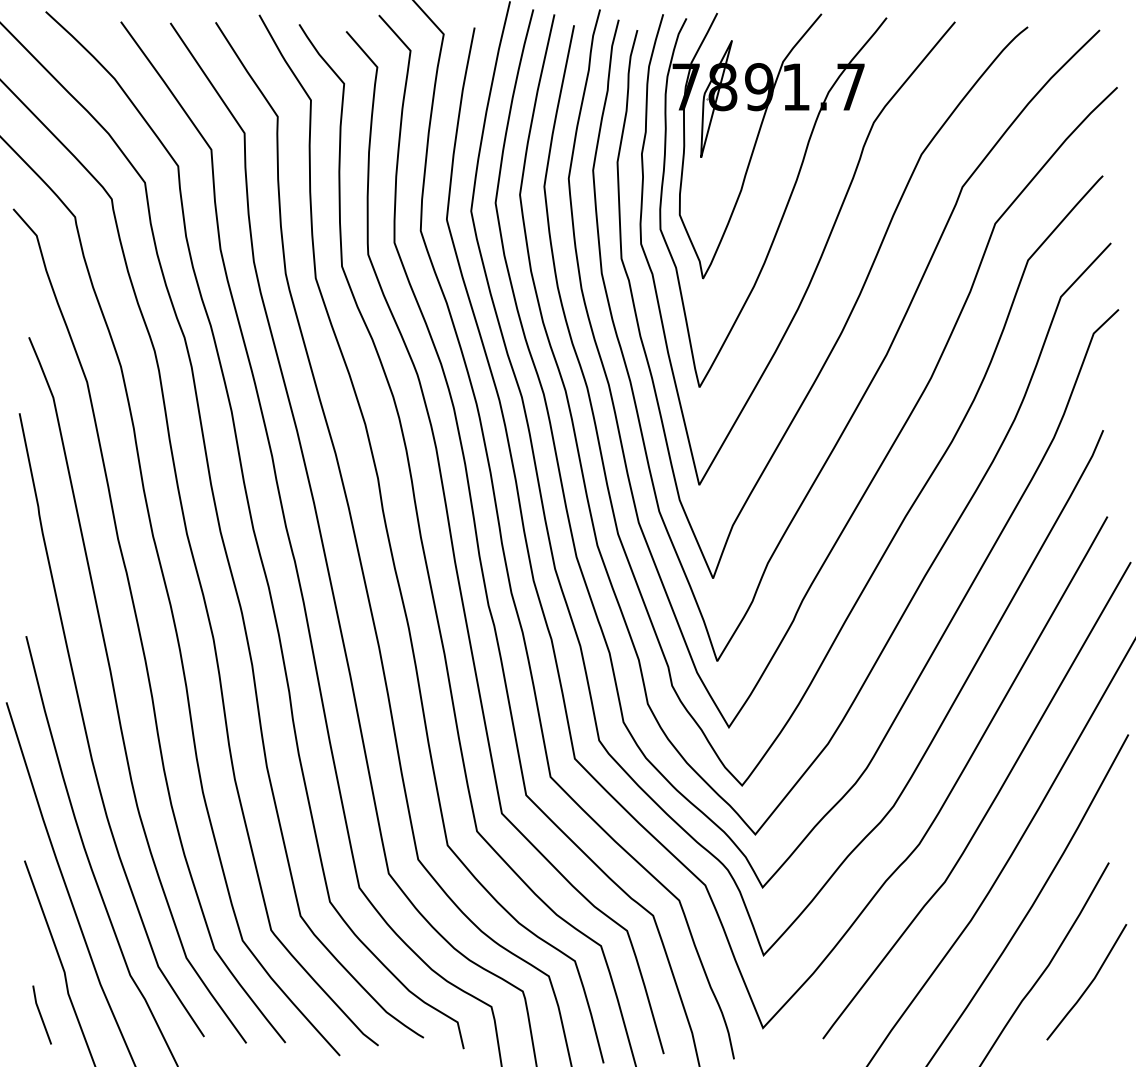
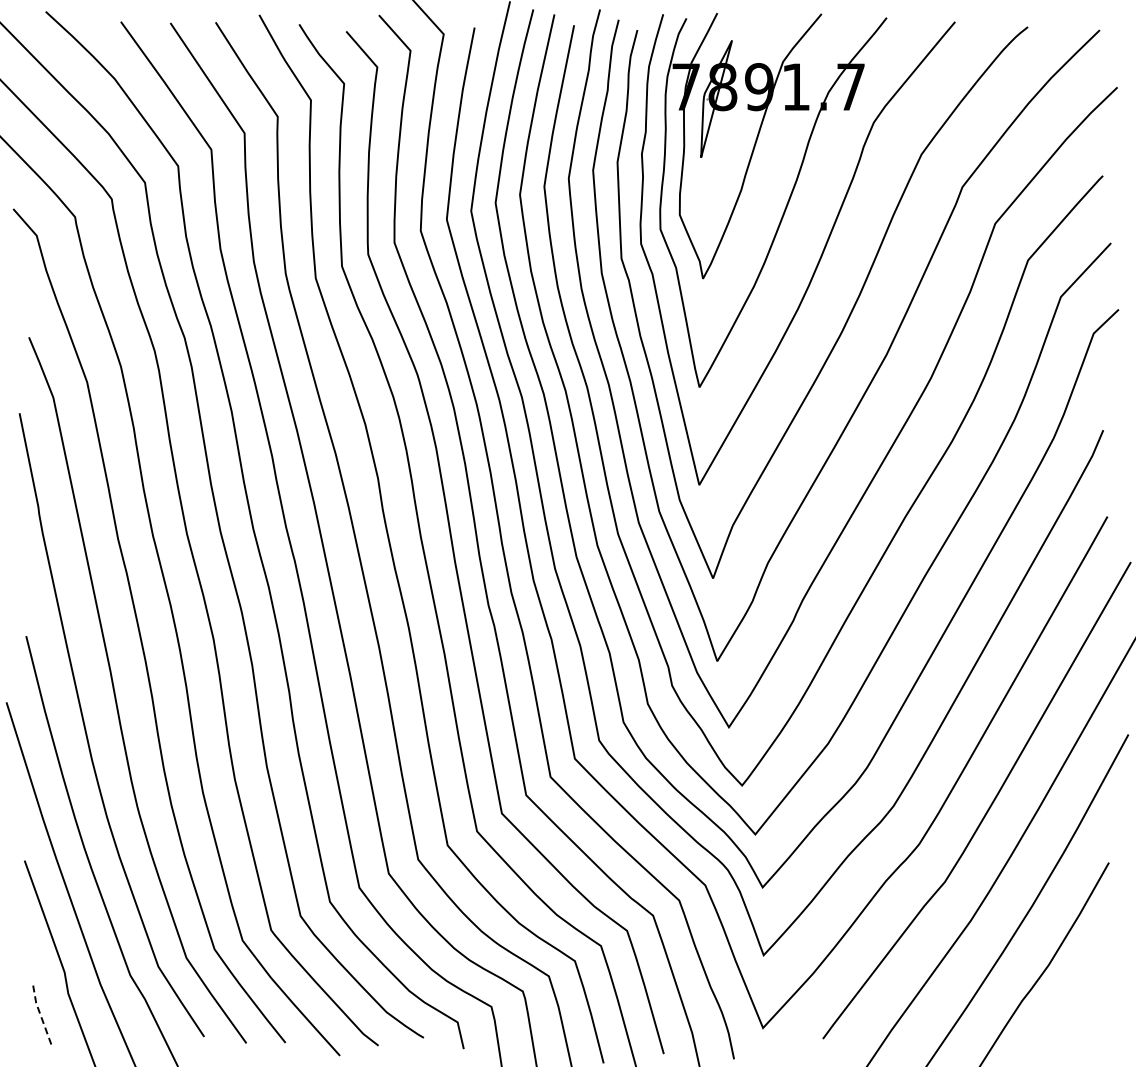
curve at (1089, 983): present -> none
line at (40, 1015): solid -> dashed
